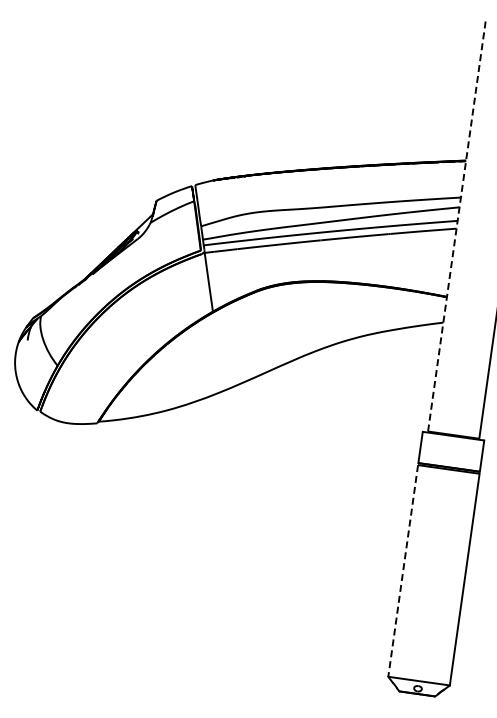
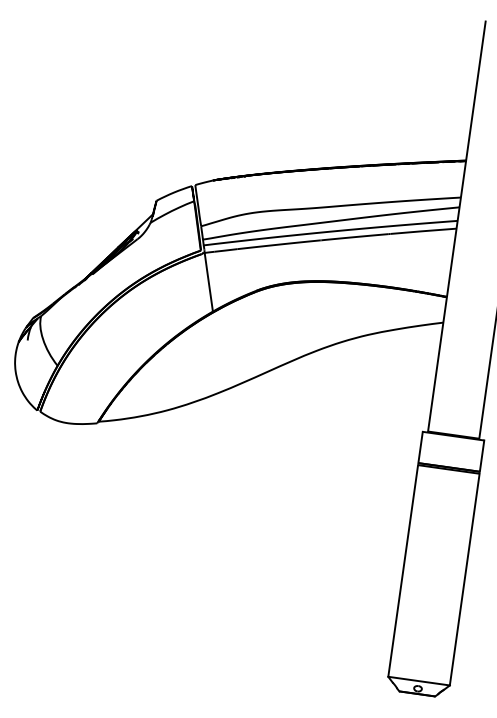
line at (456, 227): dashed -> solid
line at (403, 570): dashed -> solid
